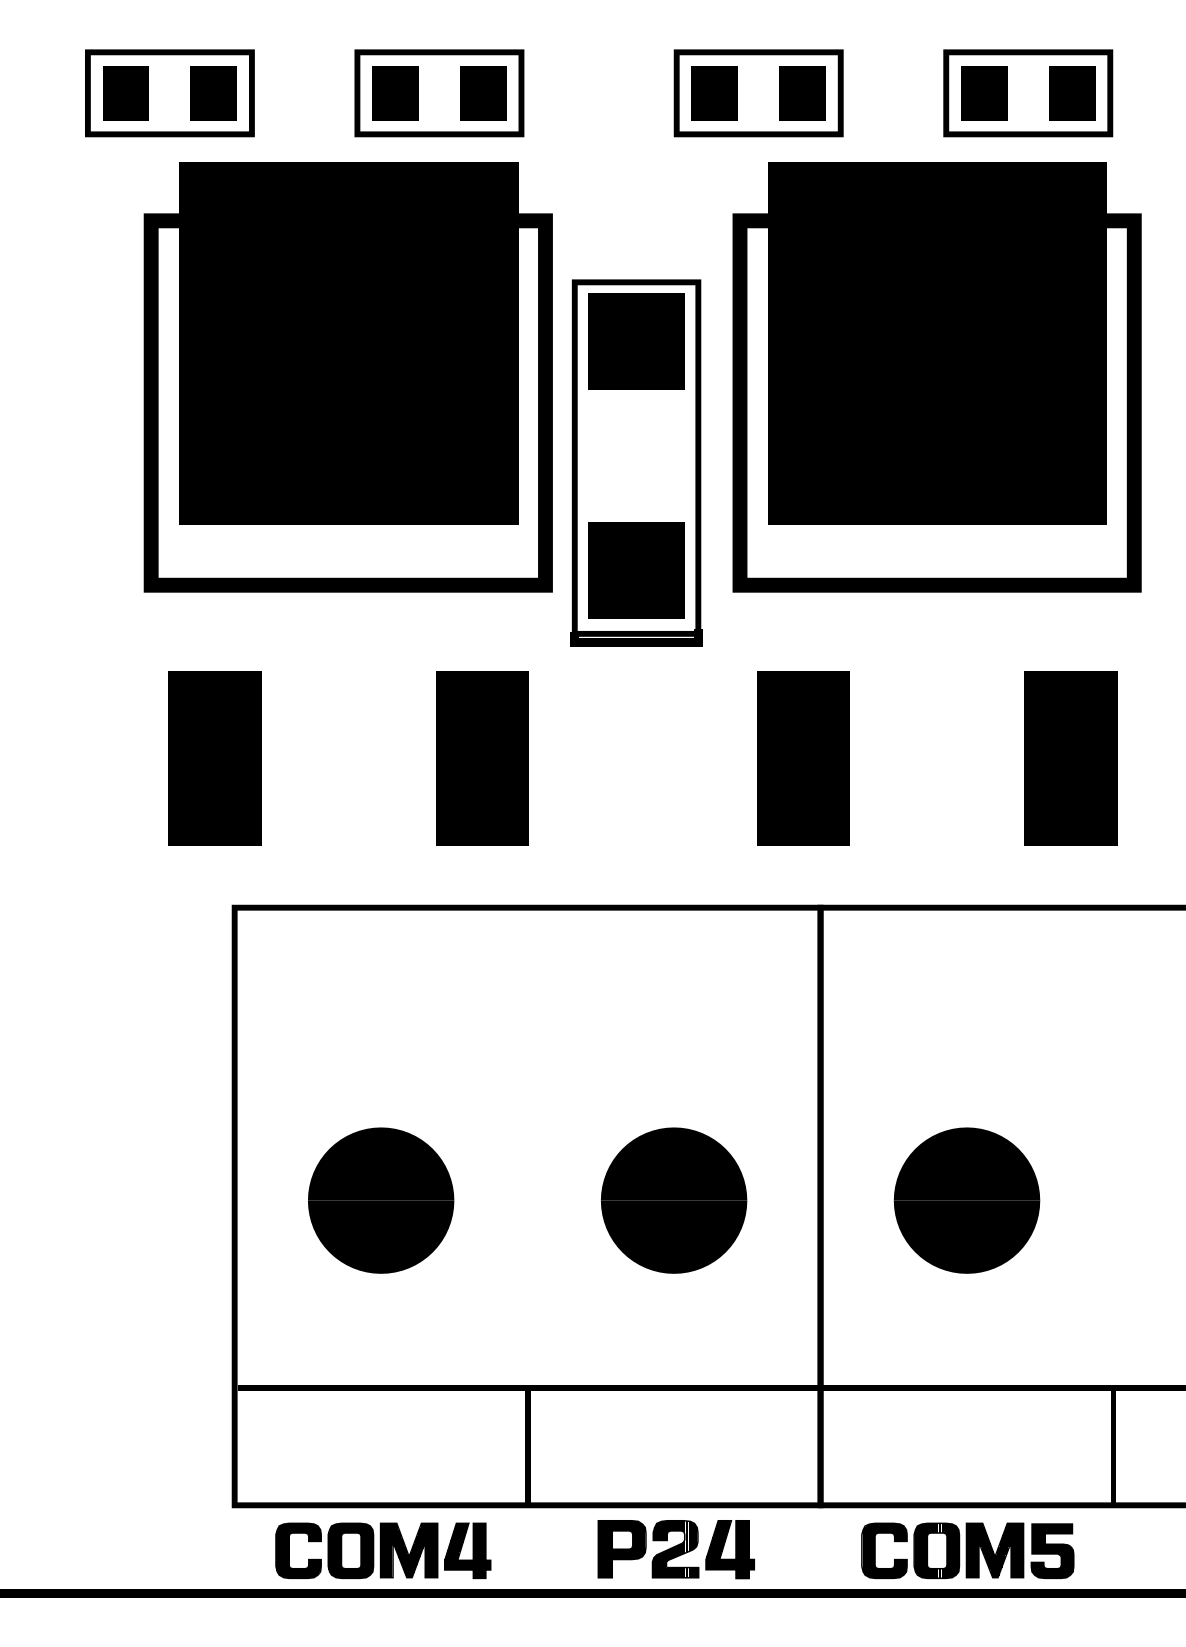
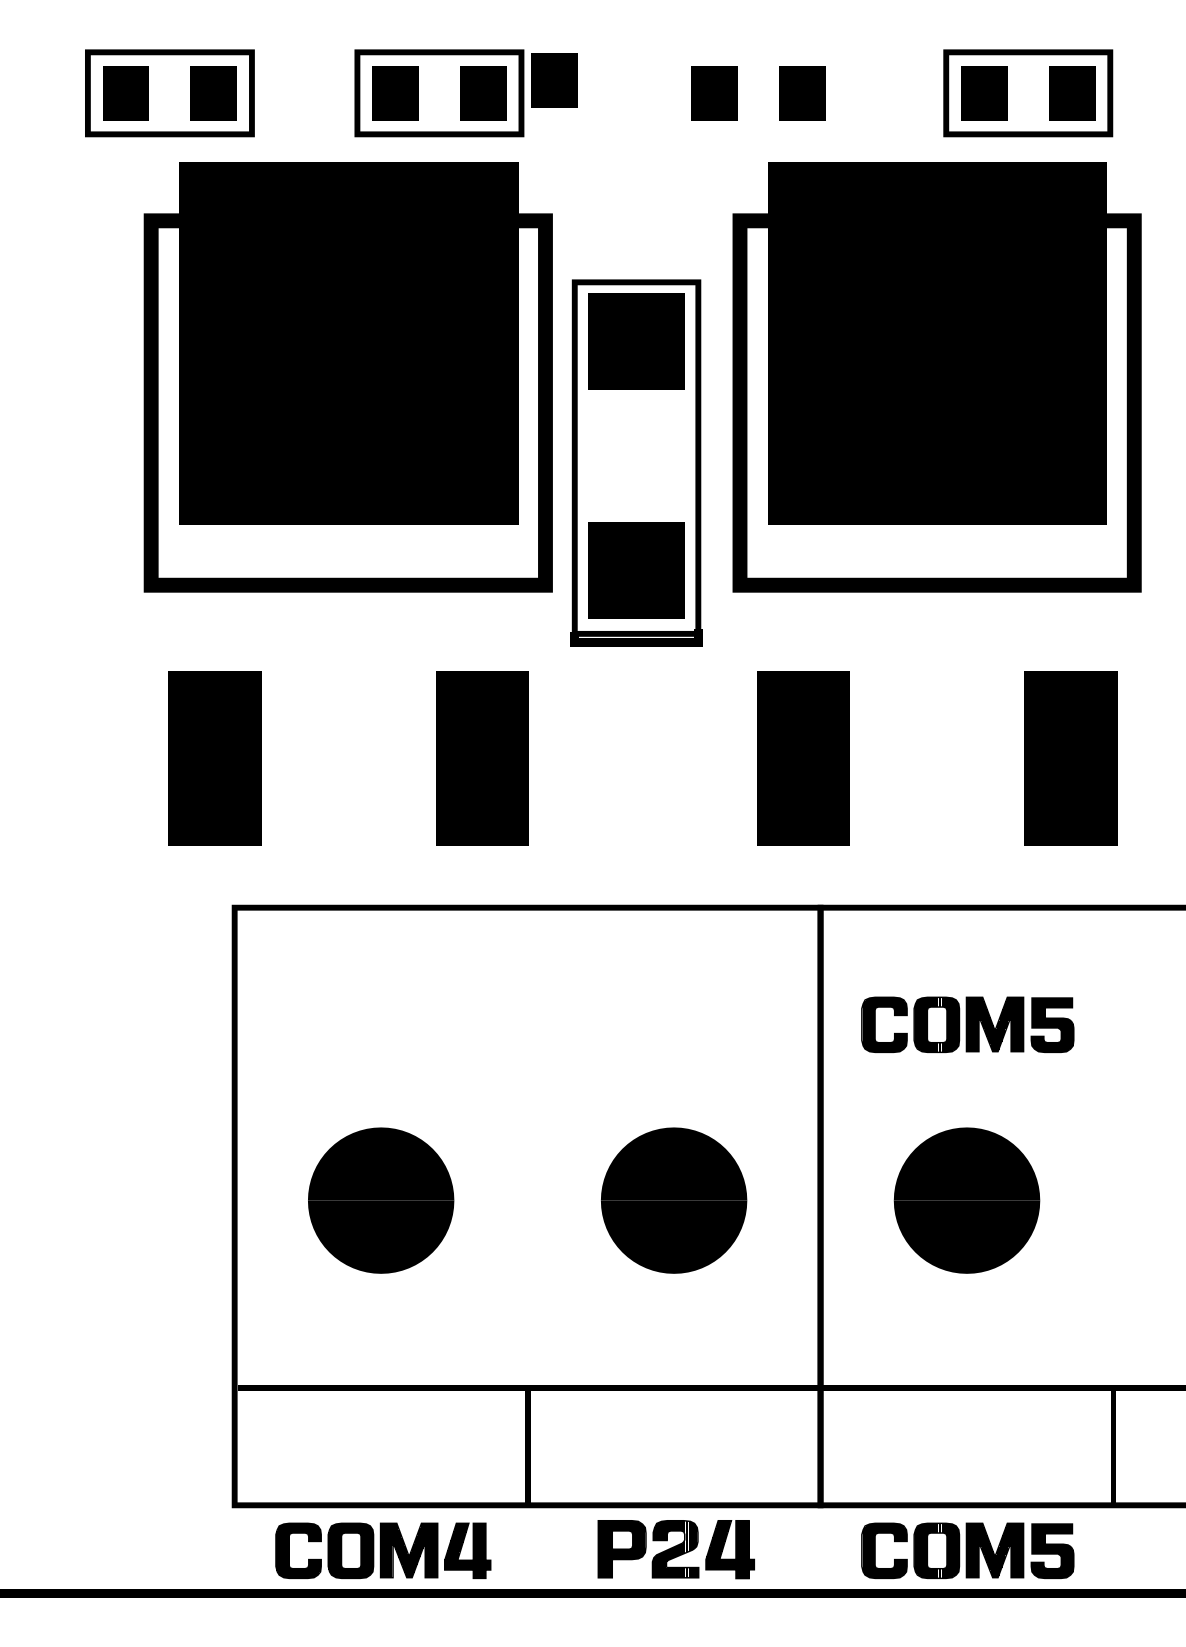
part at (554, 80): none -> present
part at (758, 93): present -> none
part at (967, 1024): none -> present
